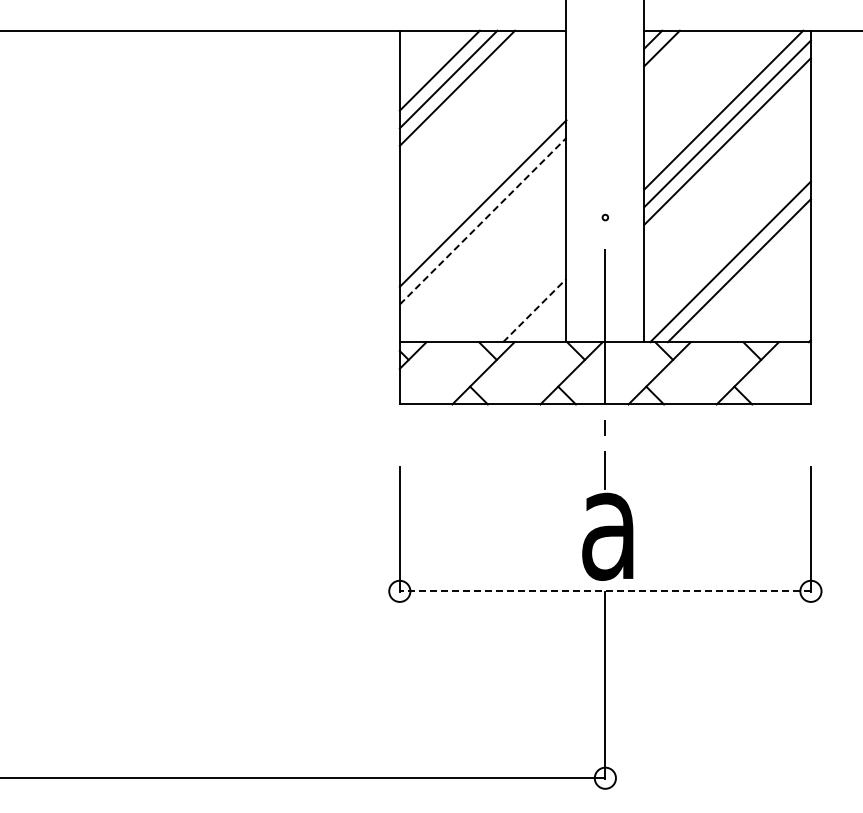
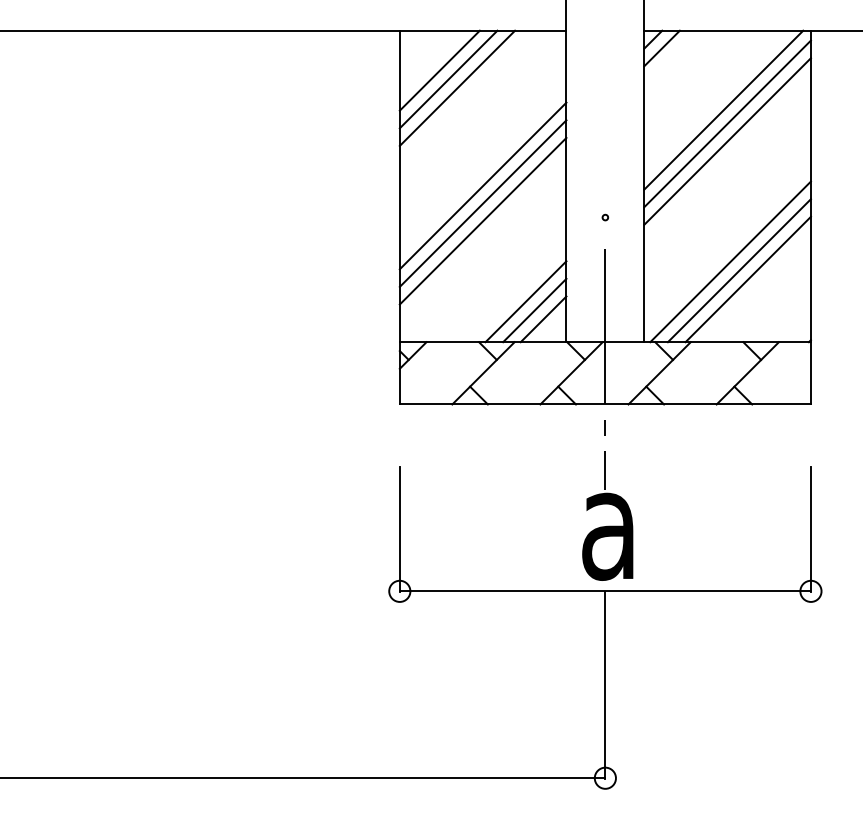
line at (482, 185): none -> present
line at (483, 221): dashed -> solid
line at (747, 279): none -> present
line at (525, 301): none -> present
line at (534, 310): dashed -> solid
line at (543, 319): none -> present
line at (605, 591): dashed -> solid
